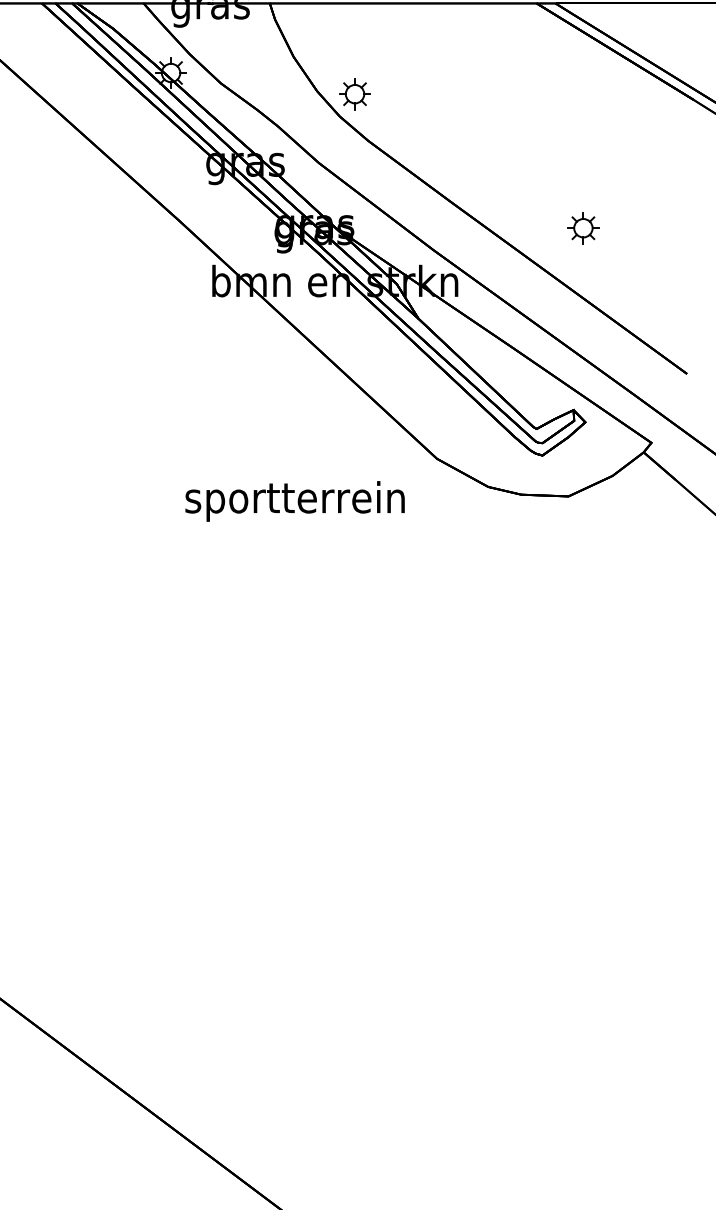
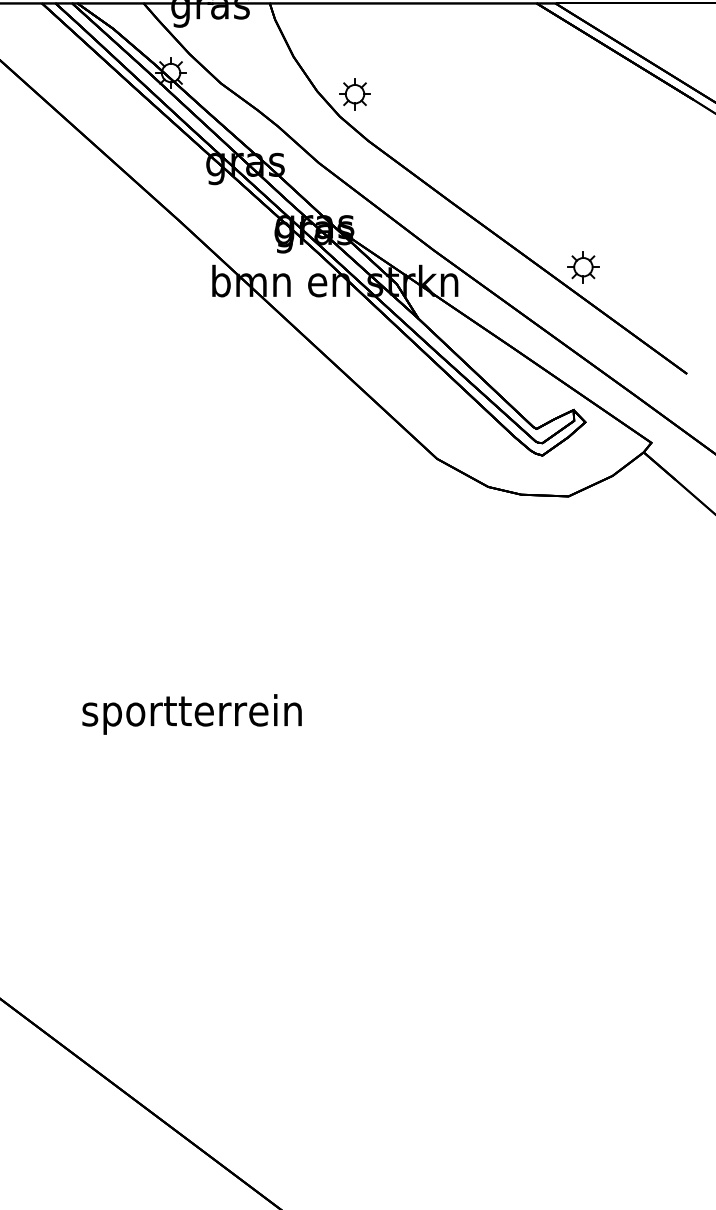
part at (583, 228) position: (583, 228) -> (583, 267)
text at (294, 501) position: (294, 501) -> (191, 714)
